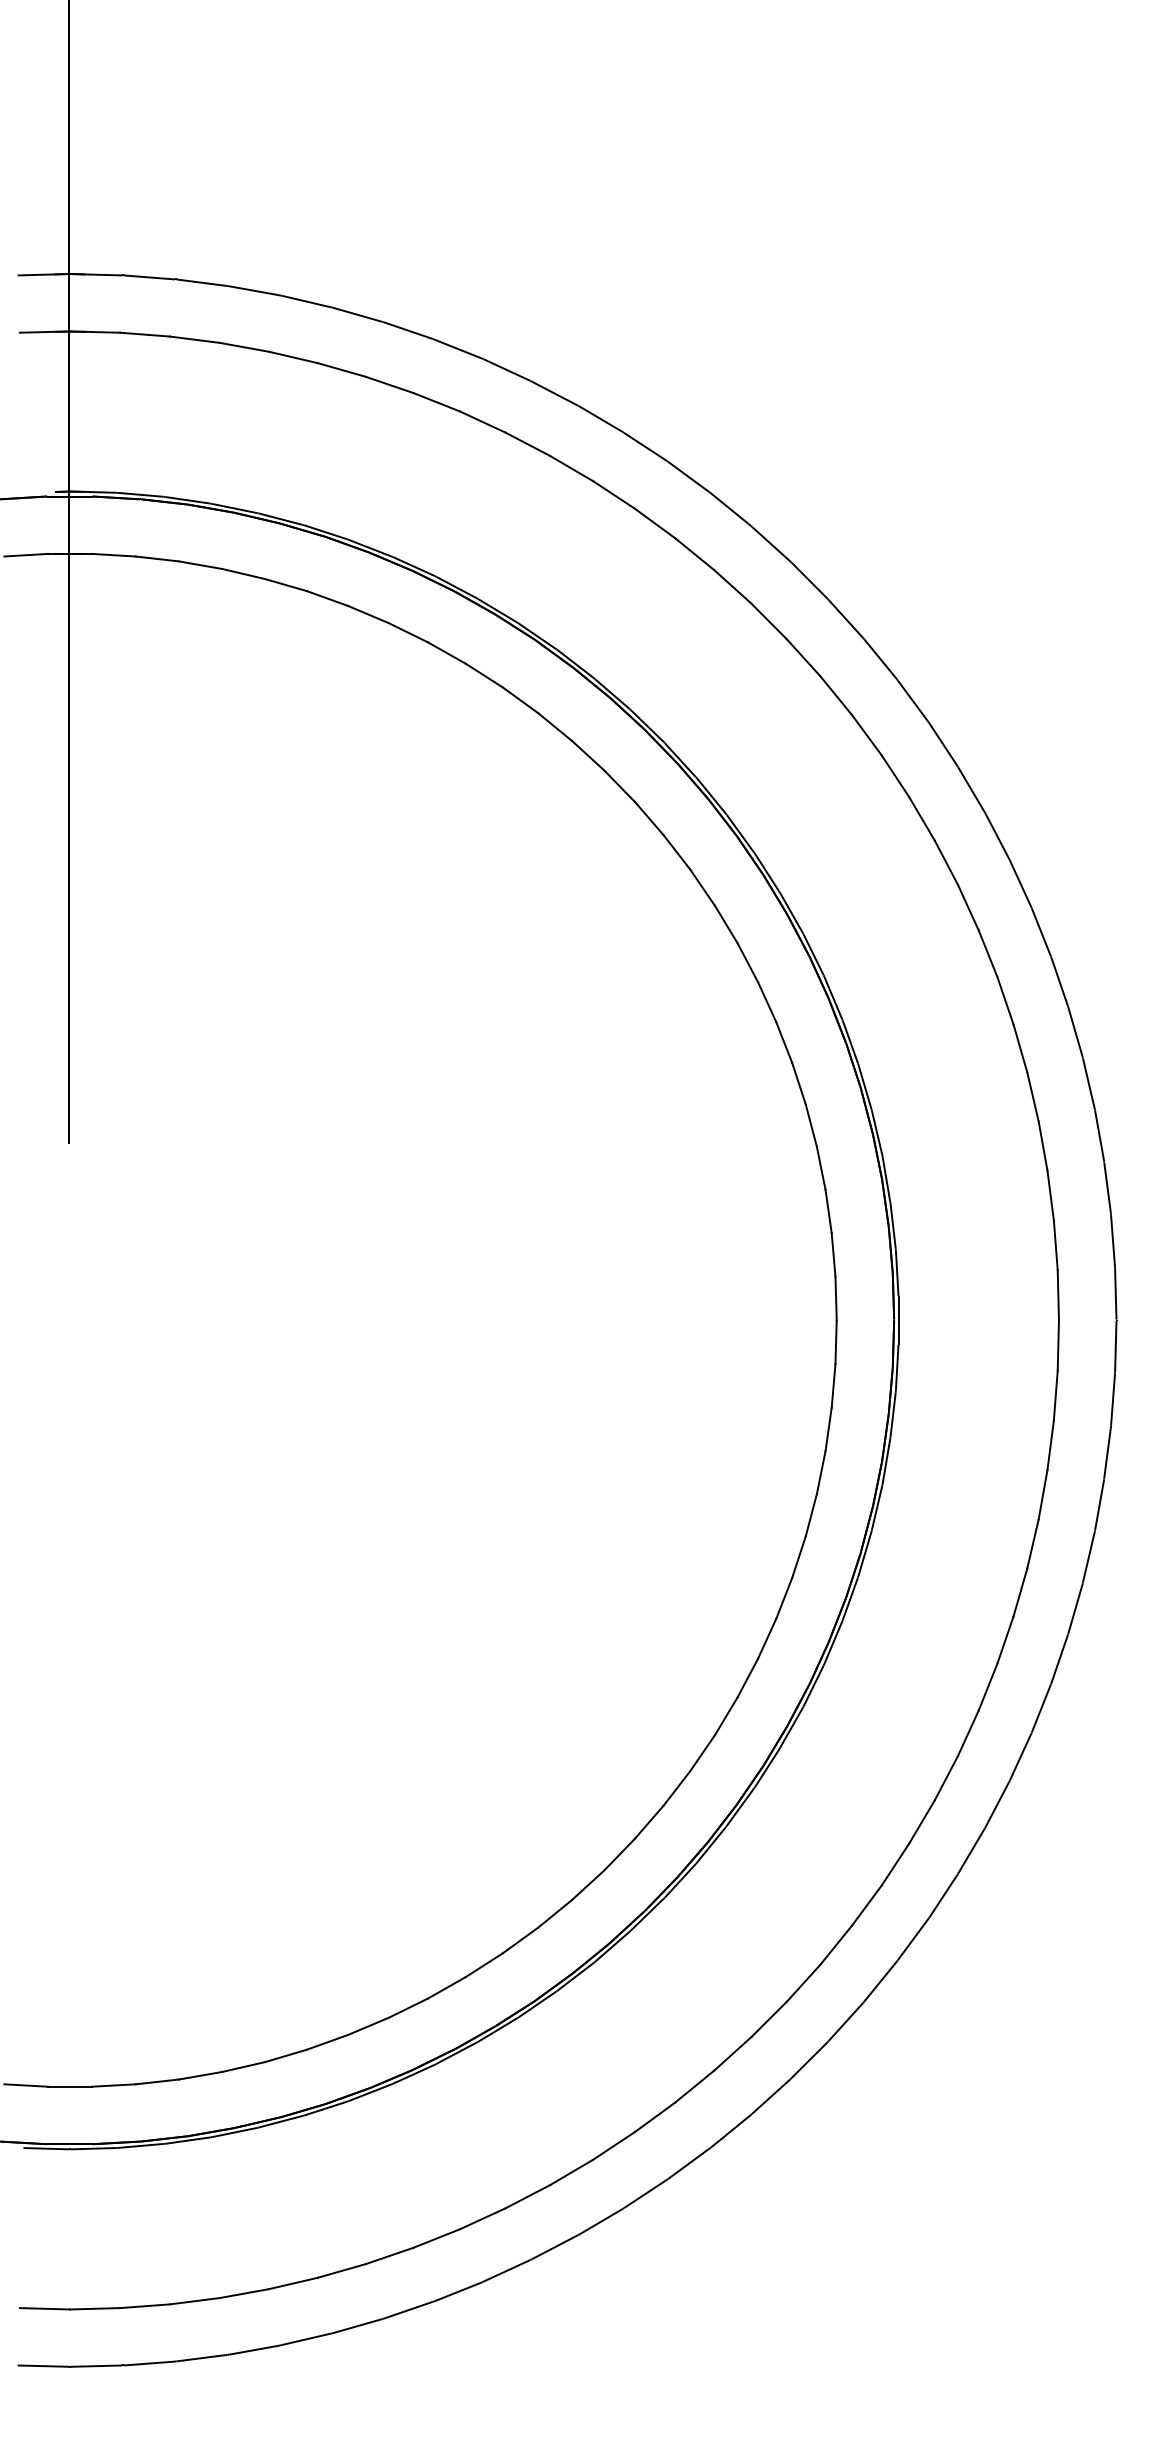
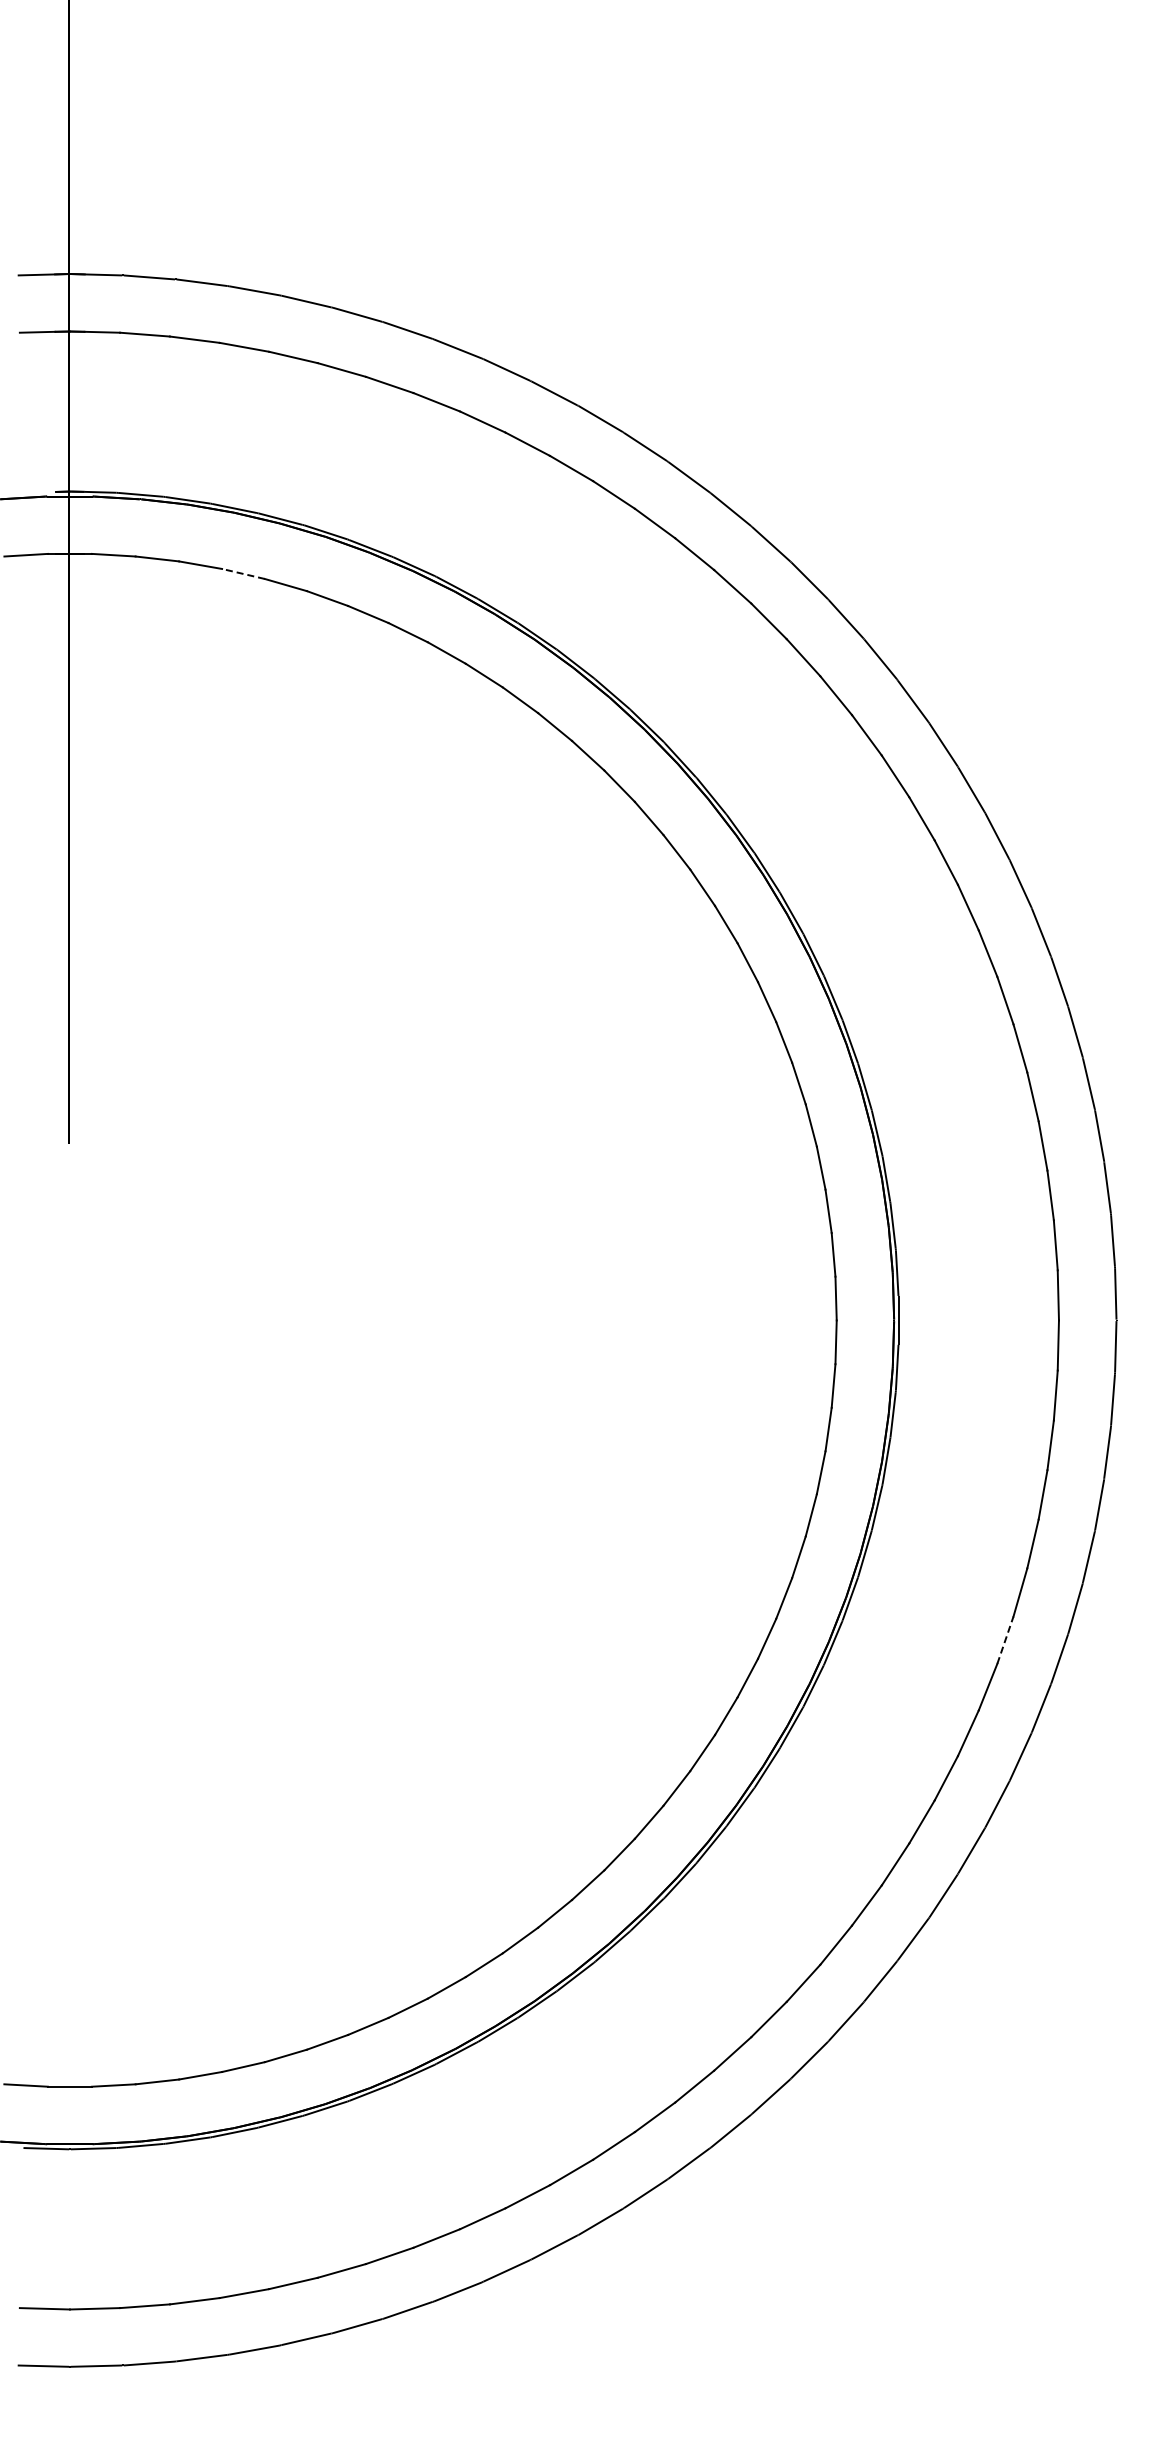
line at (243, 573): solid -> dashed
line at (1005, 1640): solid -> dashed
